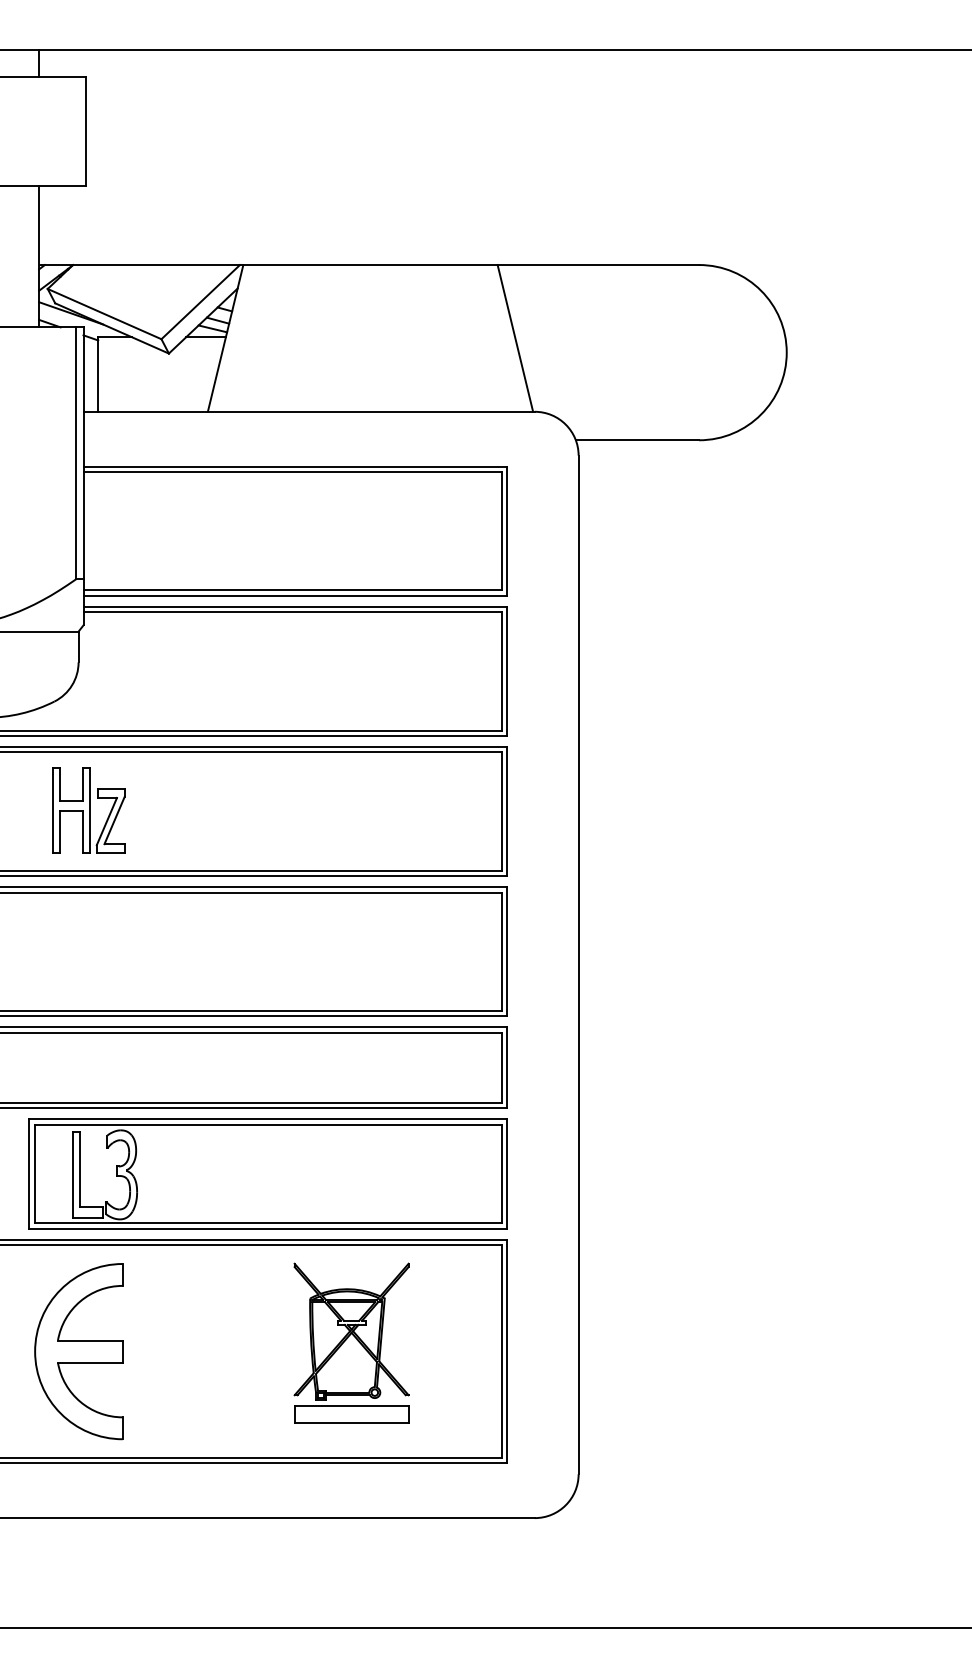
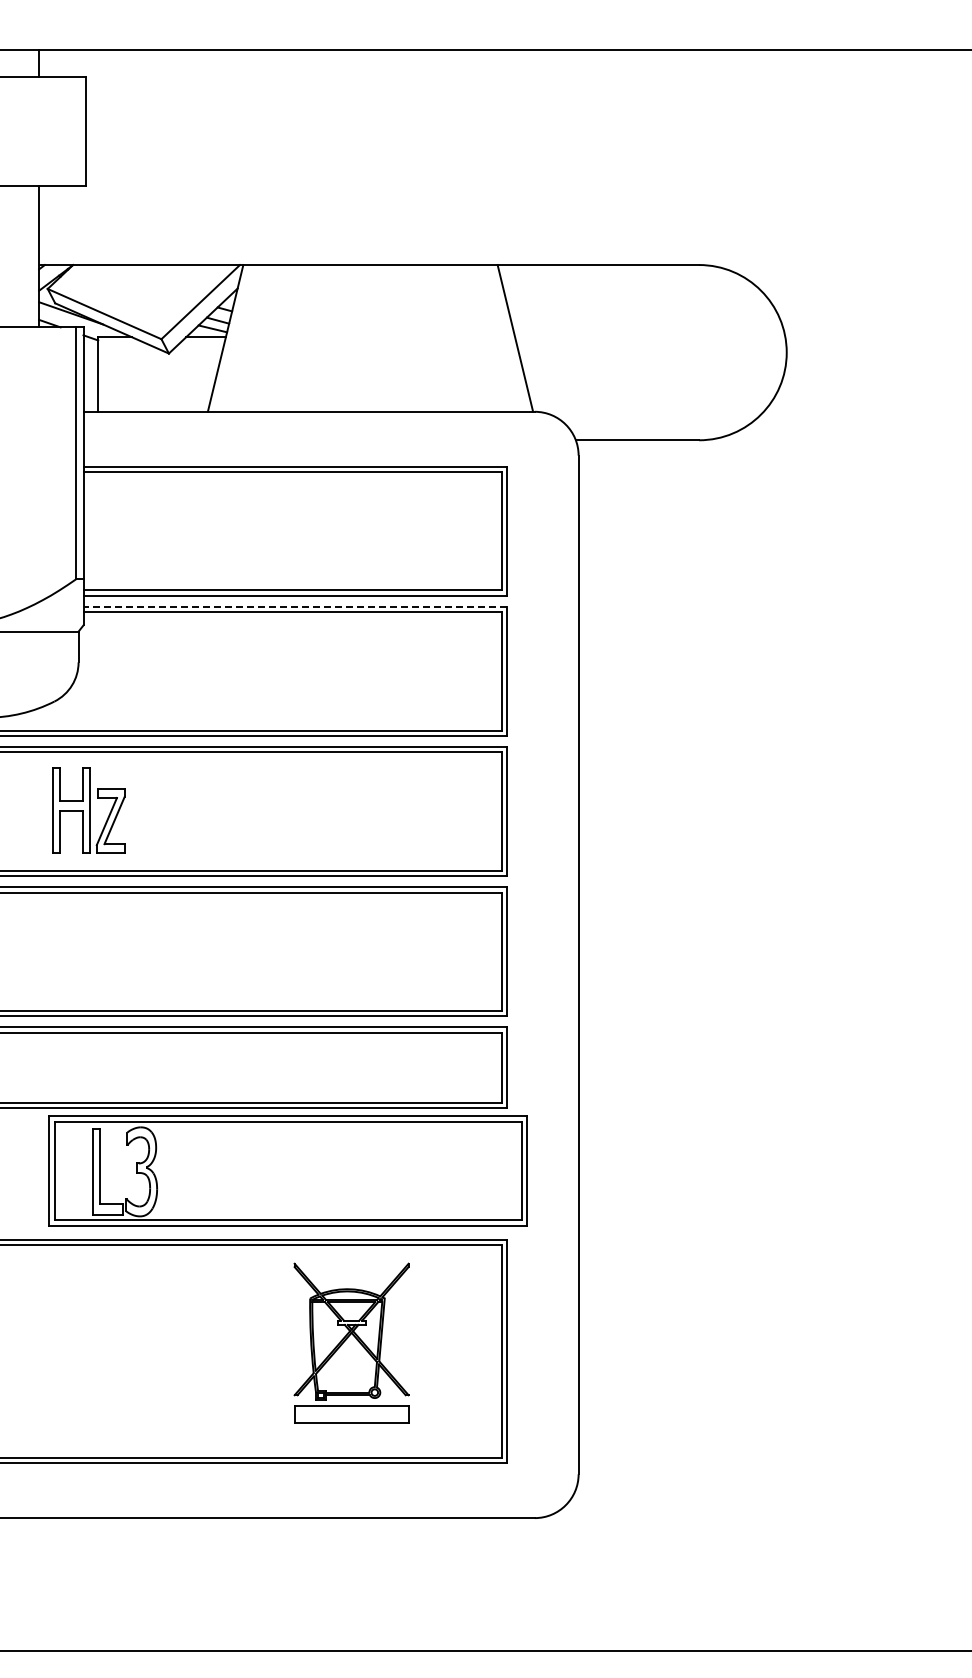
line at (295, 606): solid -> dashed
part at (267, 1173) position: (267, 1173) -> (287, 1170)
part at (78, 1351): present -> none
line at (485, 1627) position: (485, 1627) -> (485, 1650)
